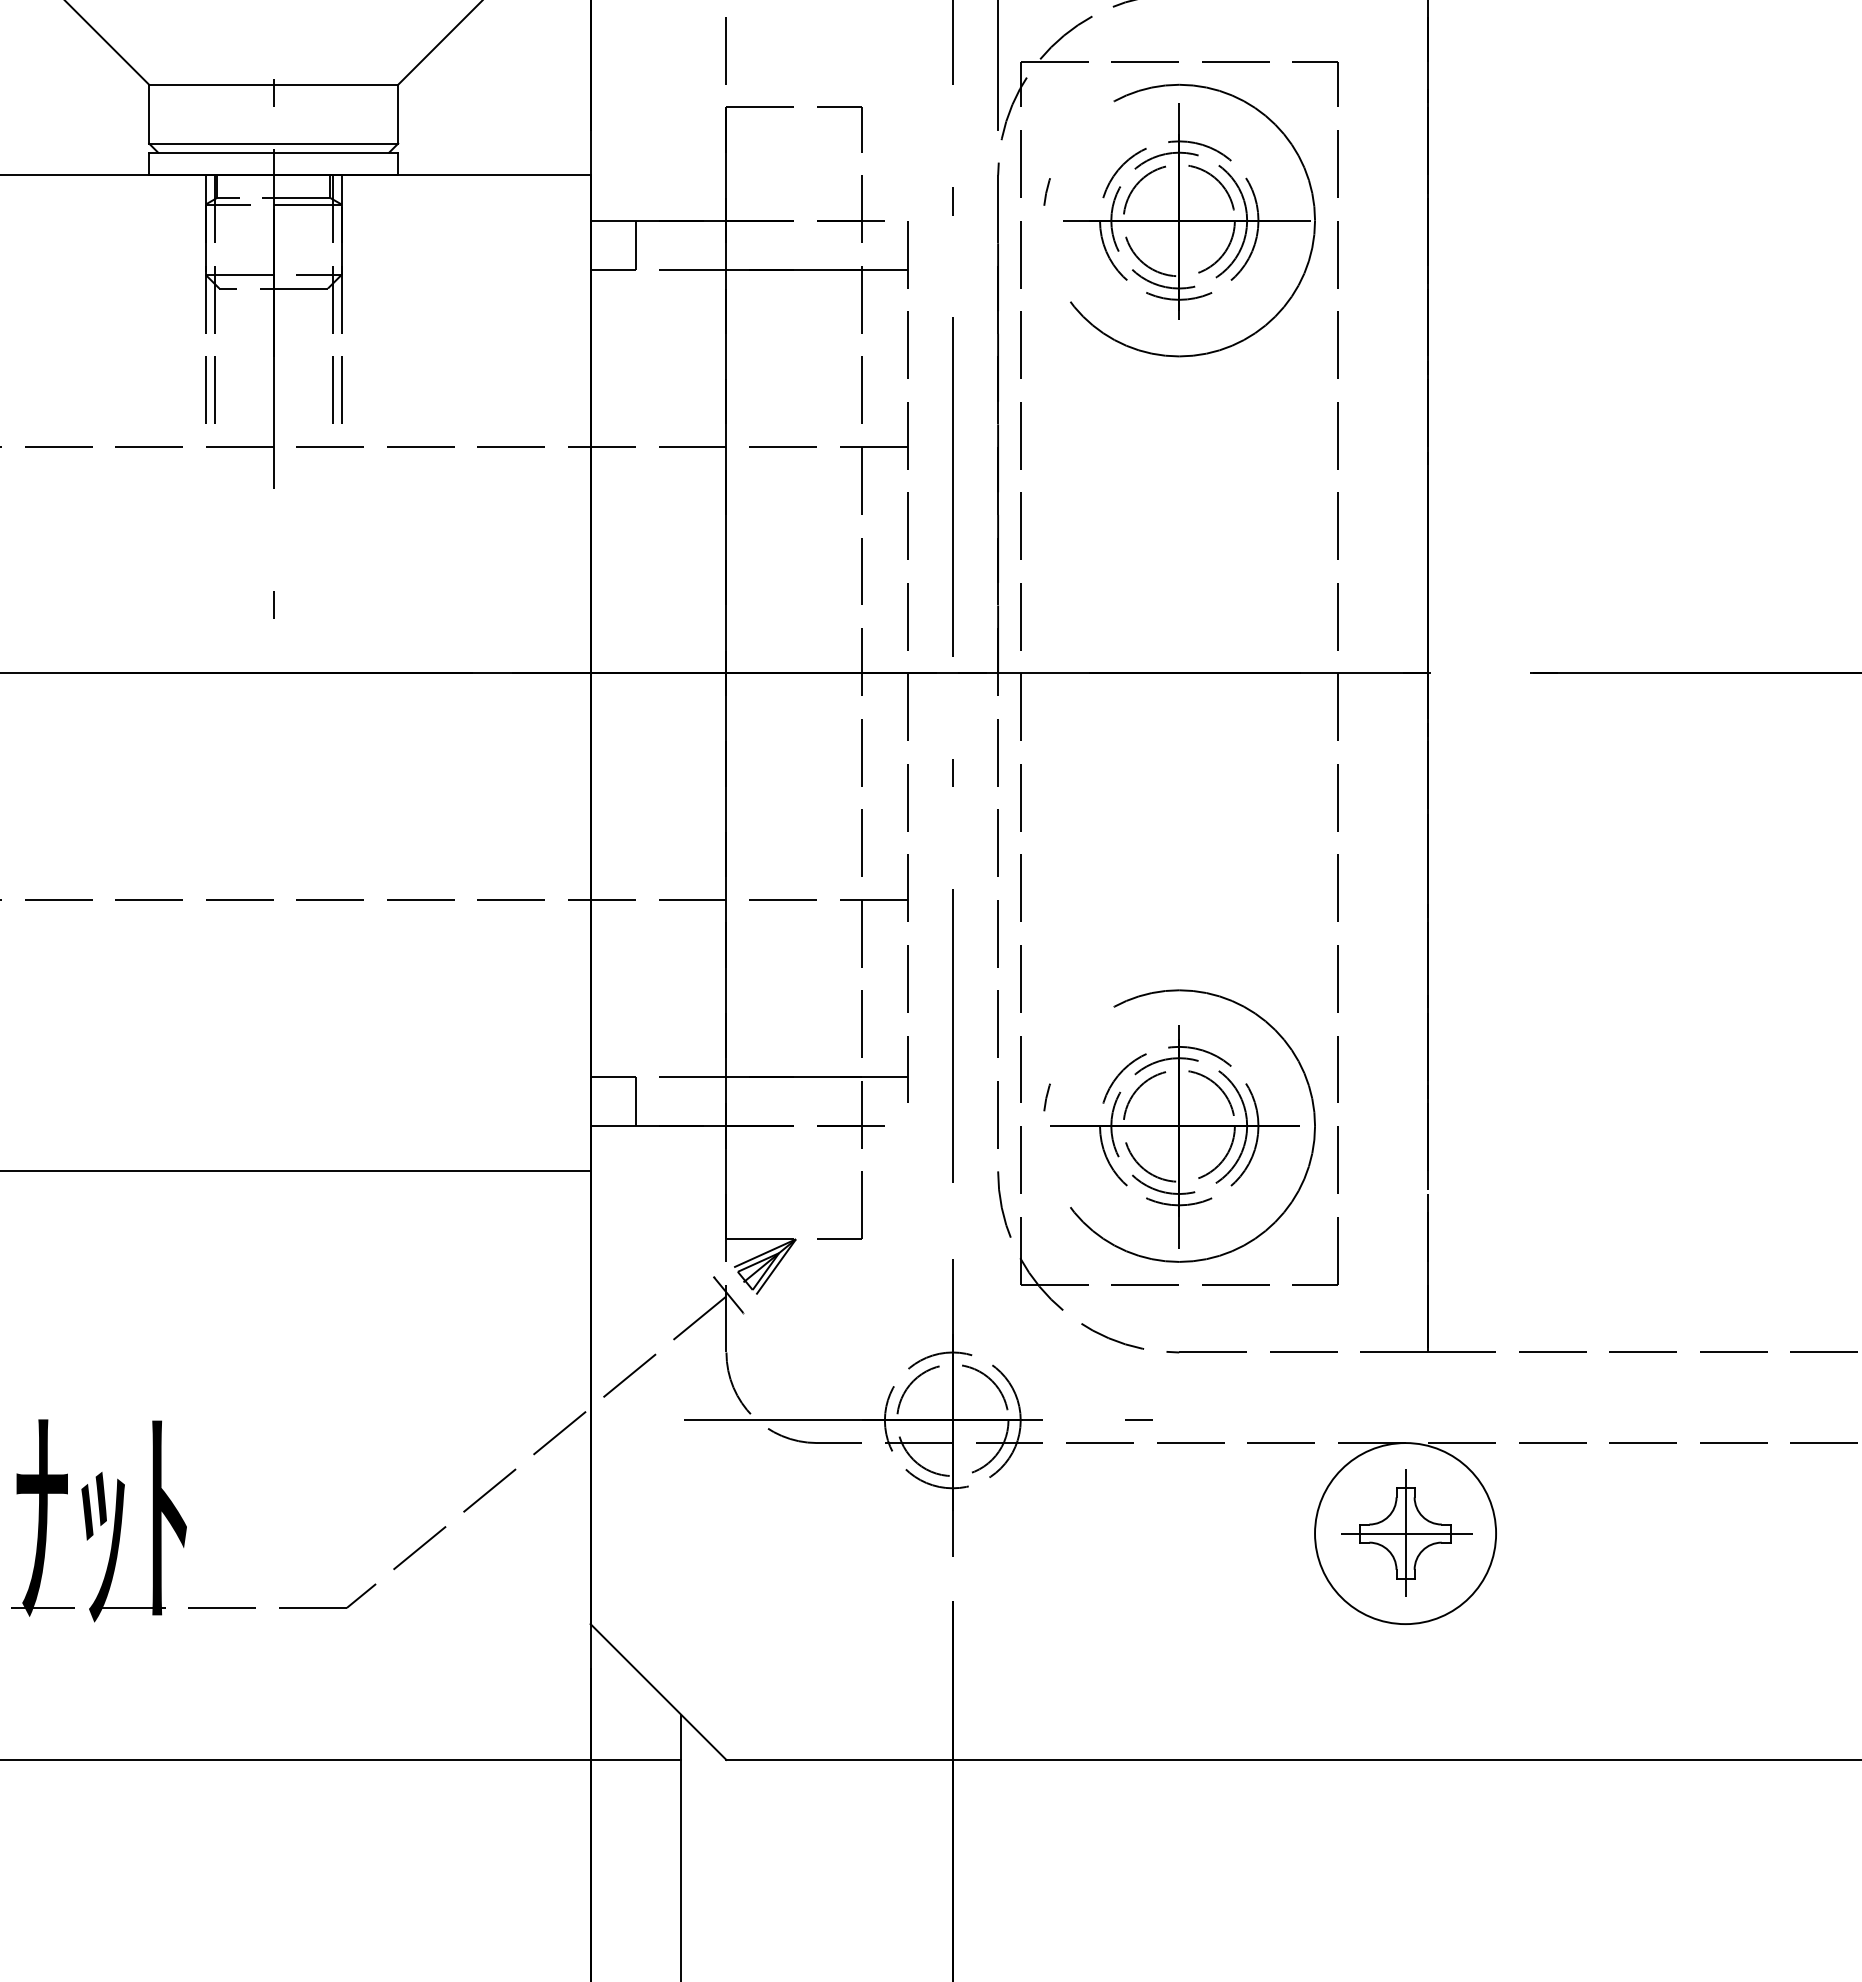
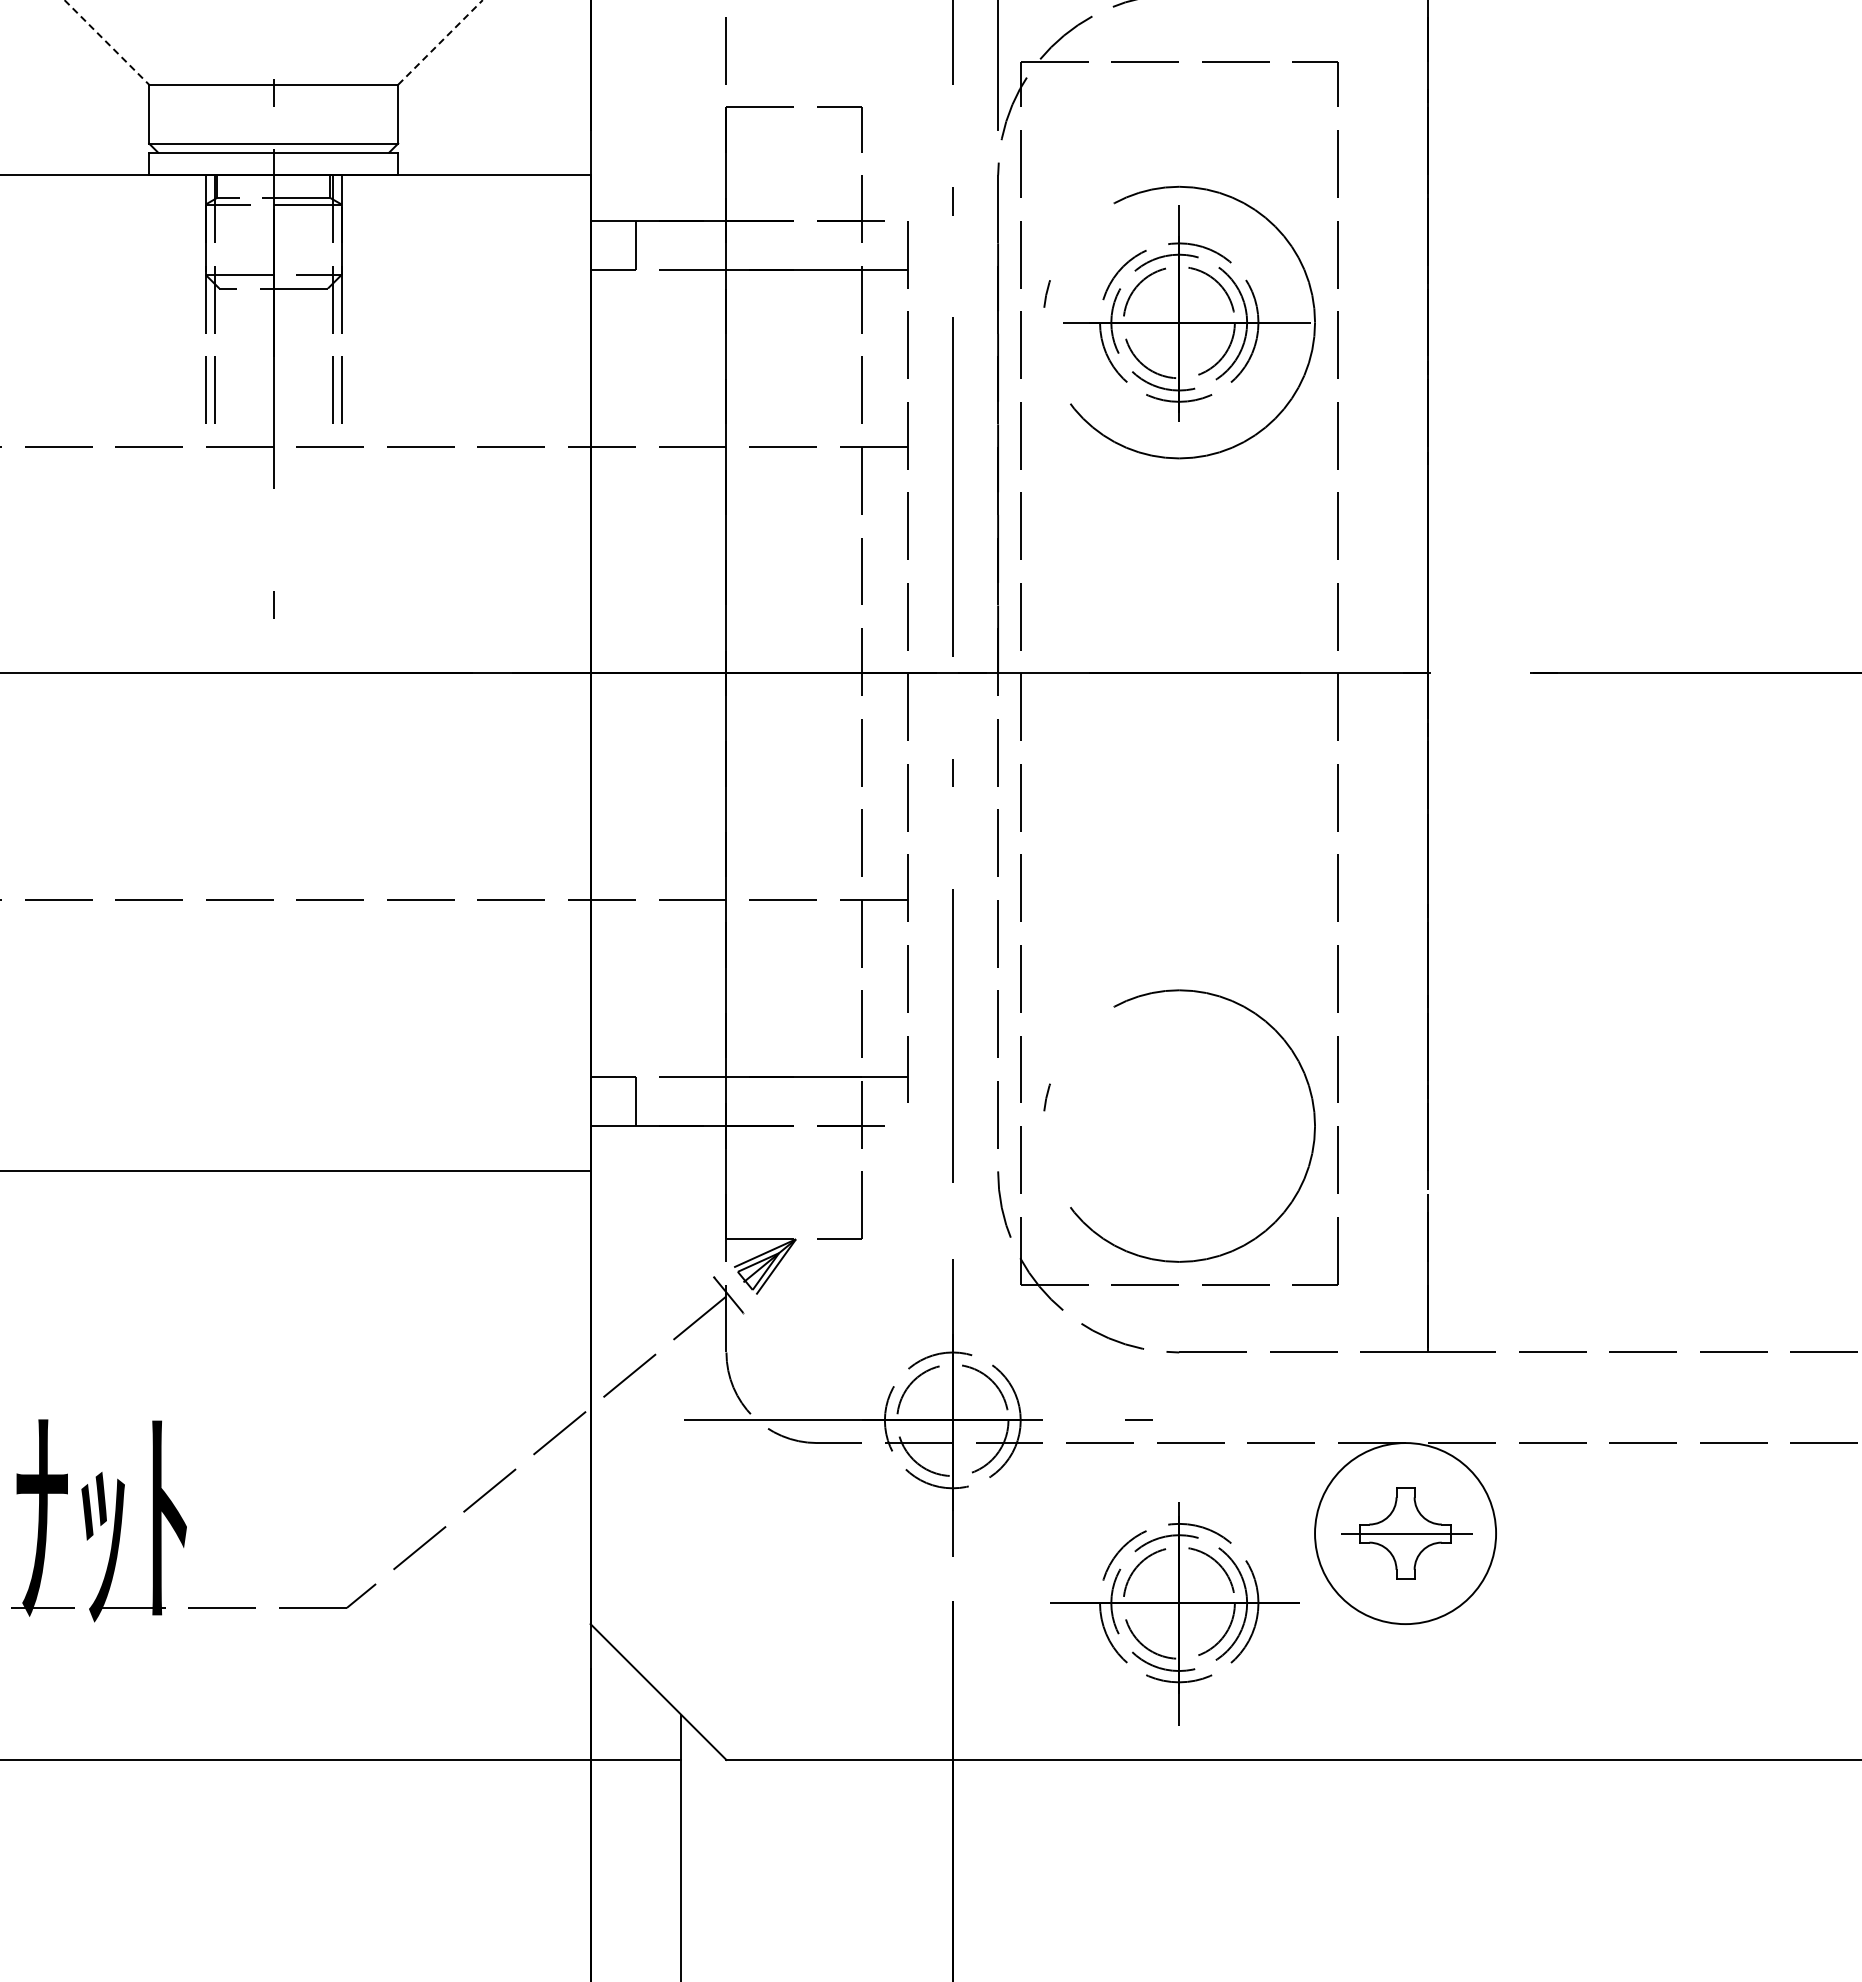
line at (106, 42): solid -> dashed
line at (440, 42): solid -> dashed
part at (1179, 220) position: (1179, 220) -> (1179, 322)
part at (1174, 1136) position: (1174, 1136) -> (1174, 1613)
line at (1405, 1533): present -> none
